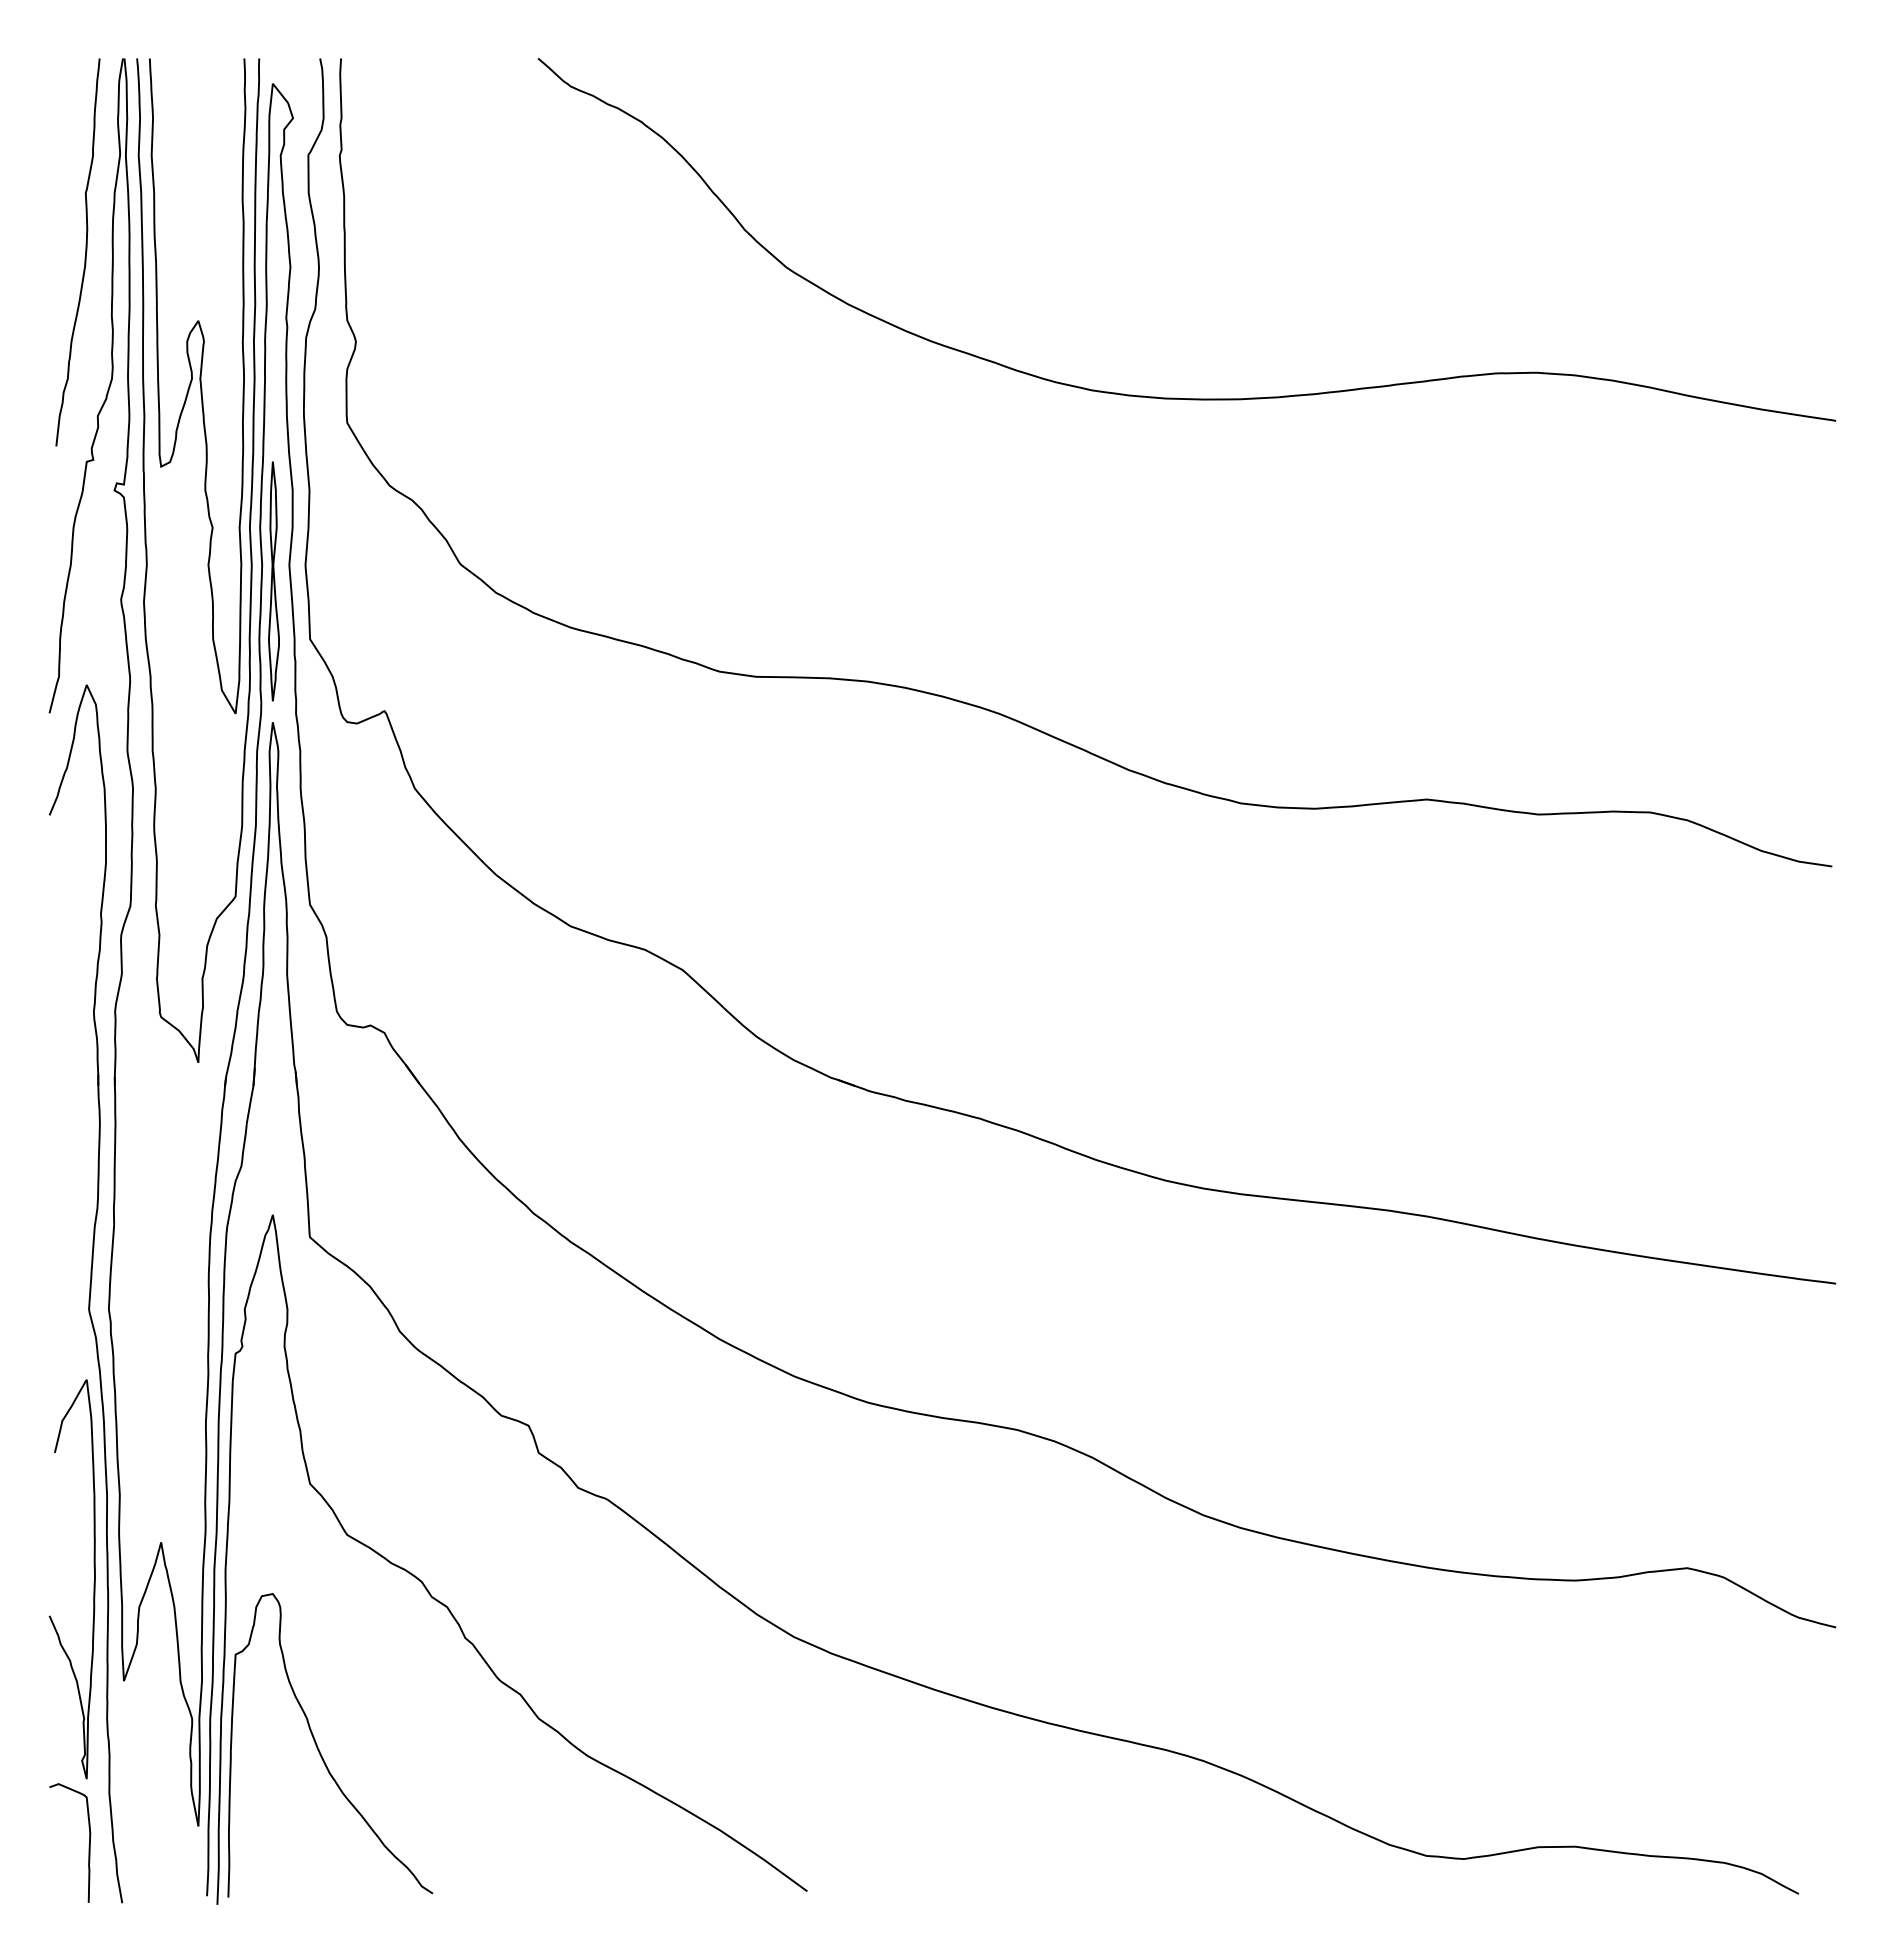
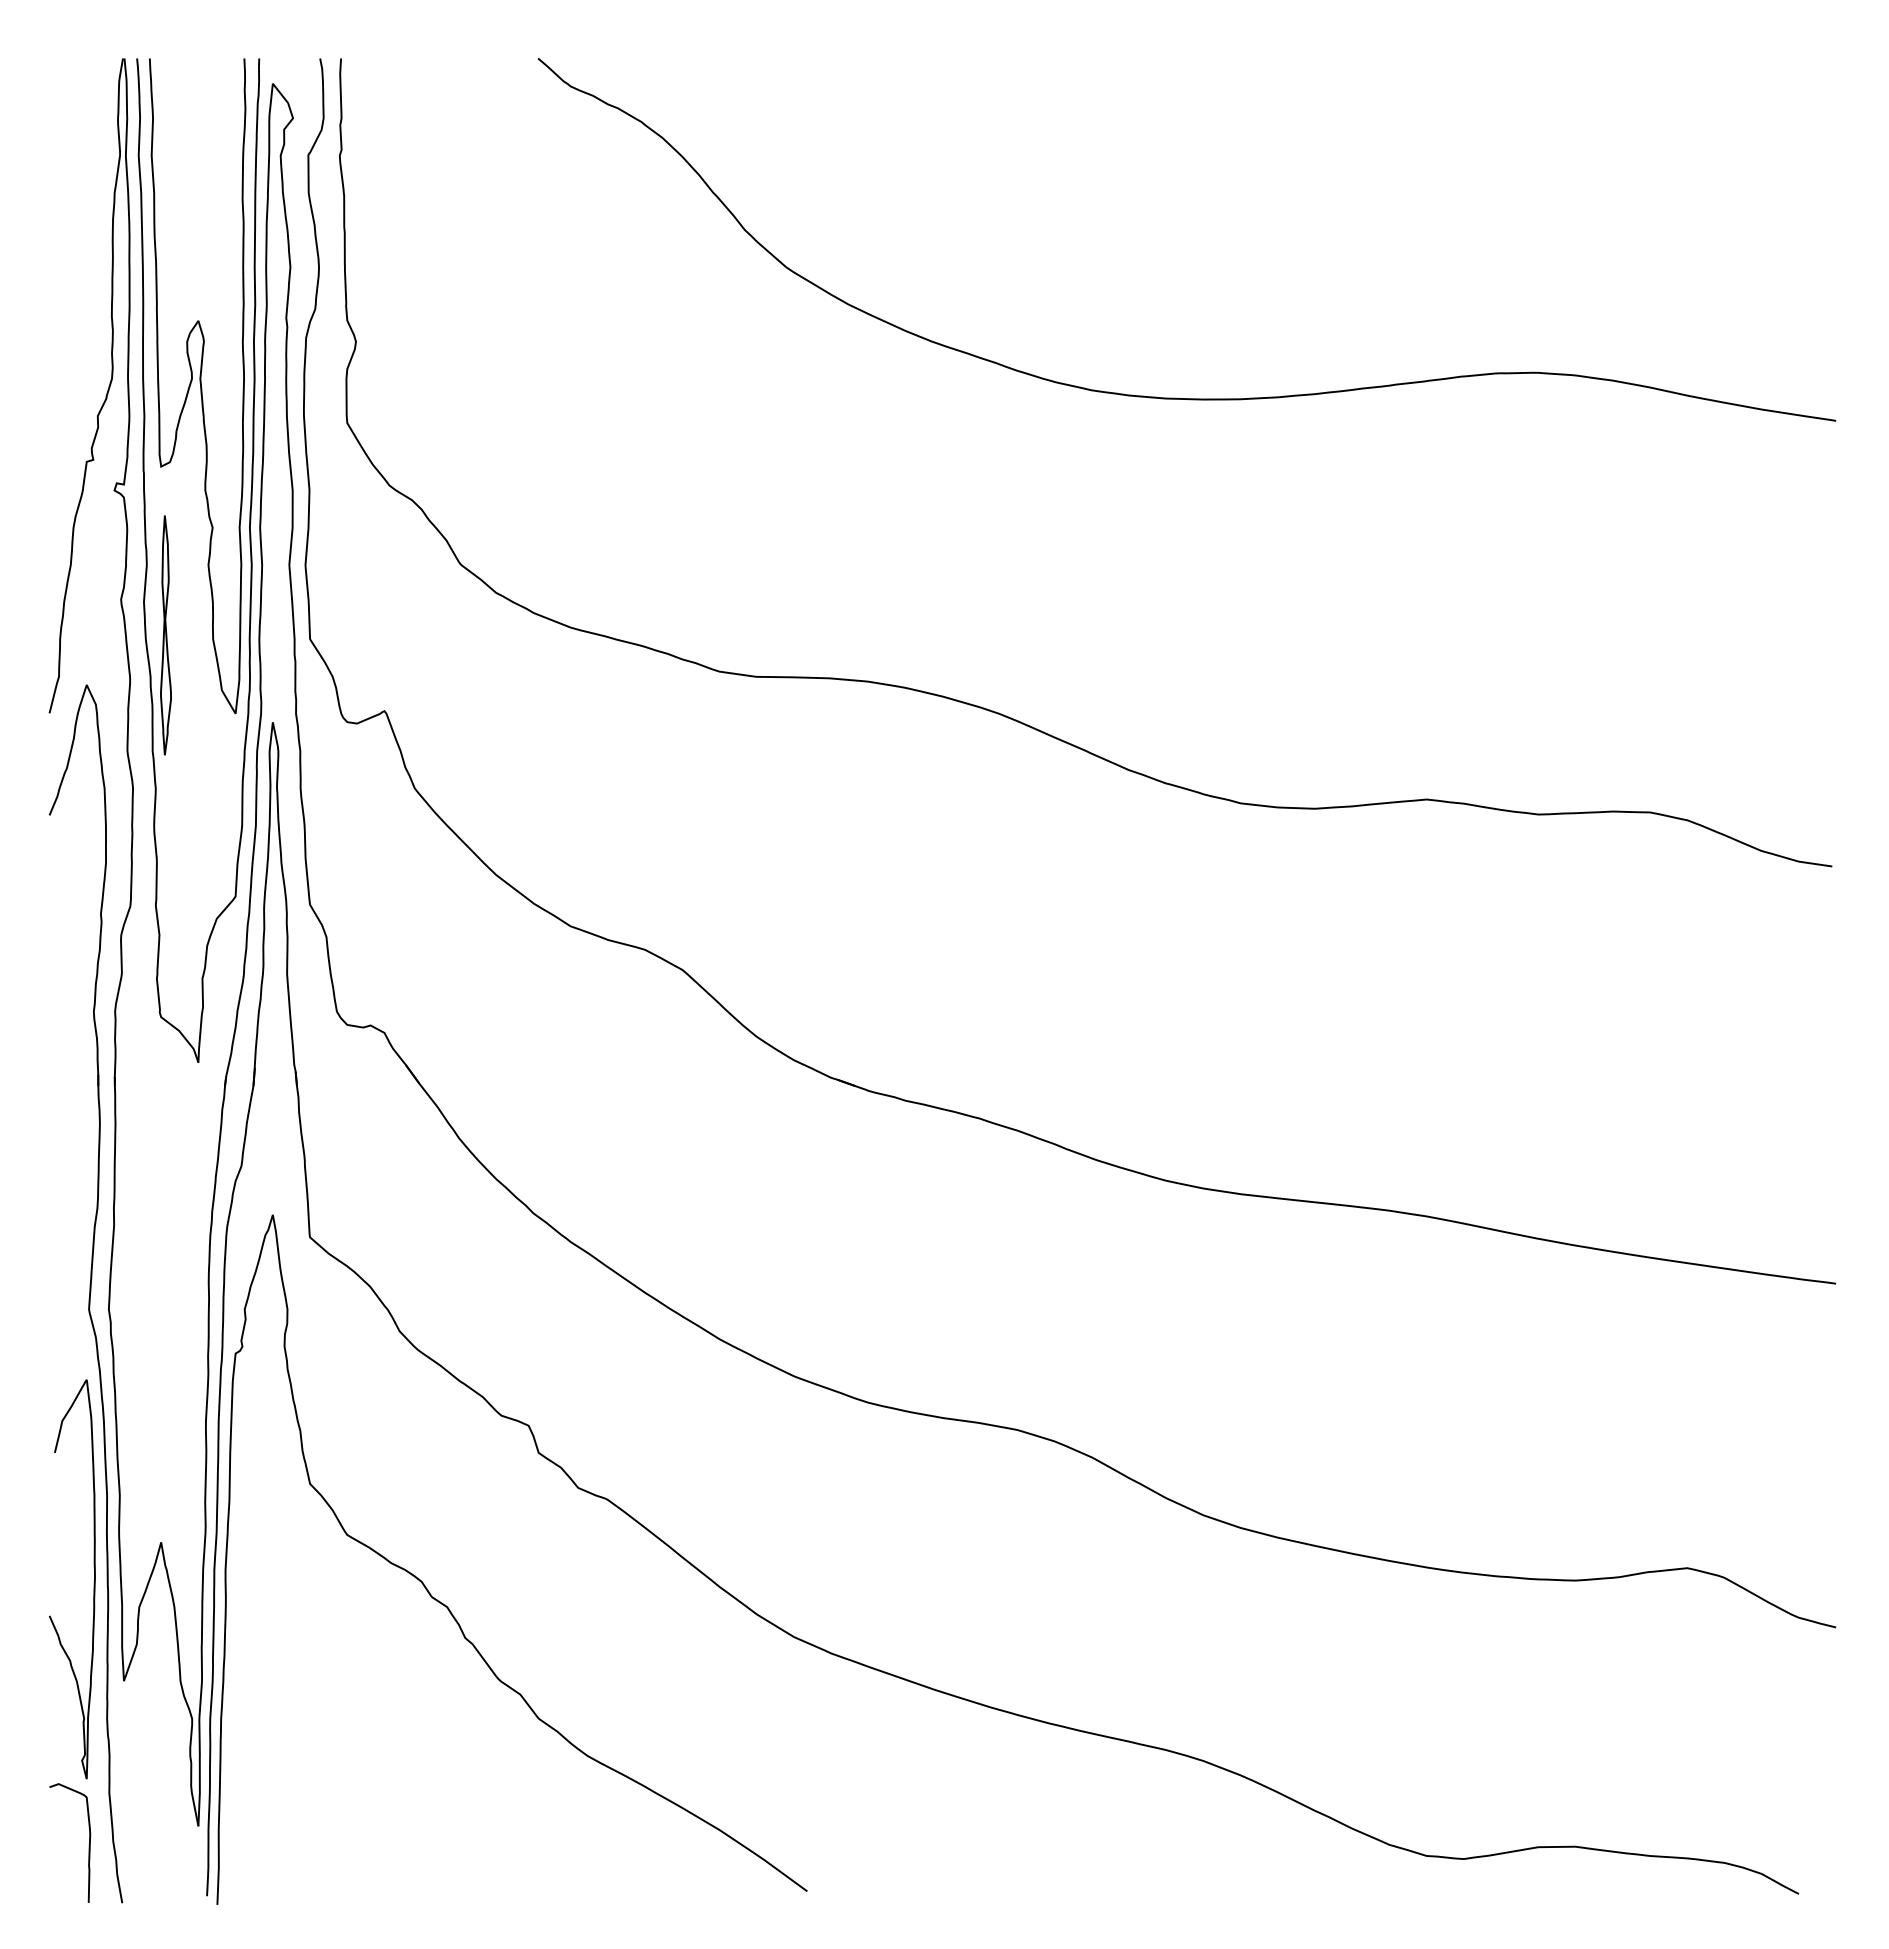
curve at (85, 252): present -> none
part at (273, 581) position: (273, 581) -> (165, 635)
curve at (320, 1751): present -> none
